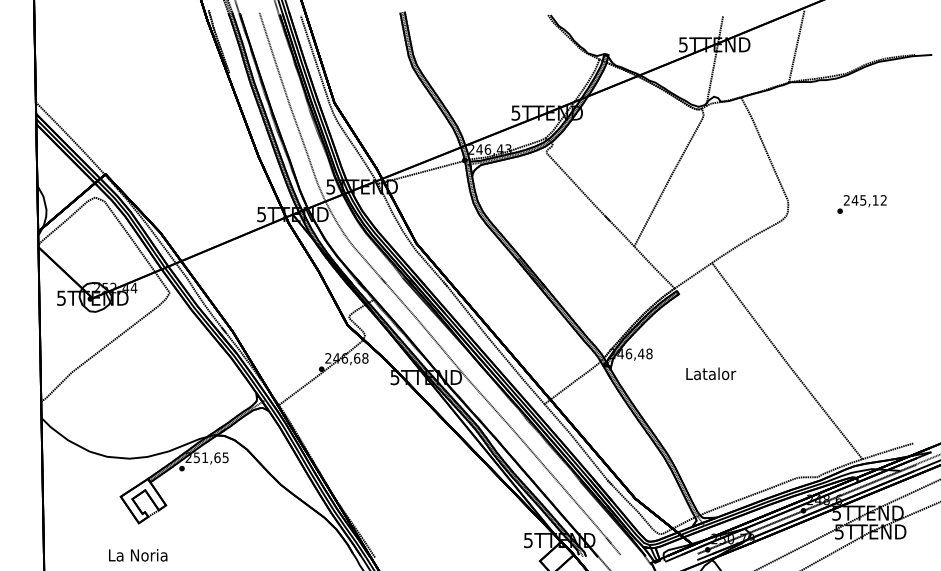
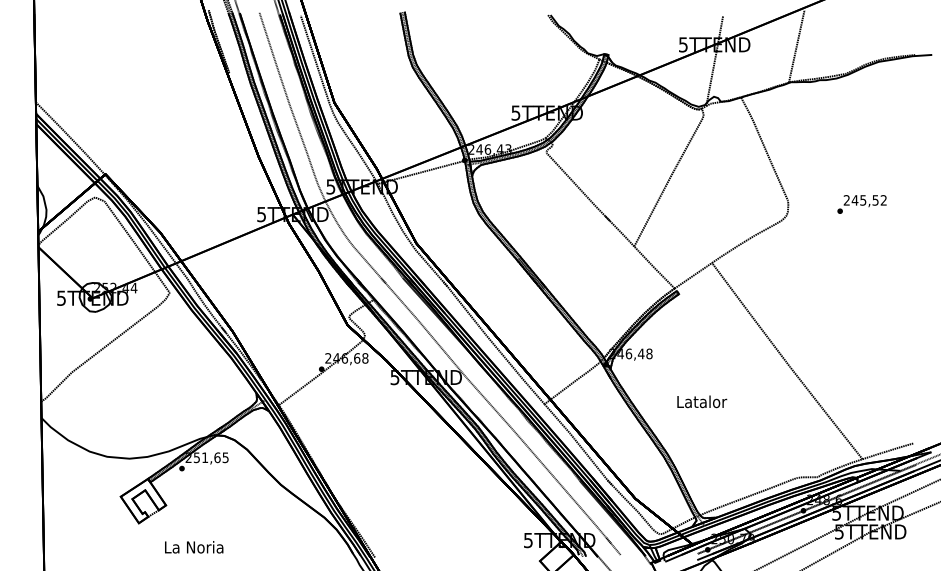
text at (875, 200): 245,12 -> 245,52
text at (711, 373) position: (711, 373) -> (702, 401)
text at (138, 555) position: (138, 555) -> (194, 547)
